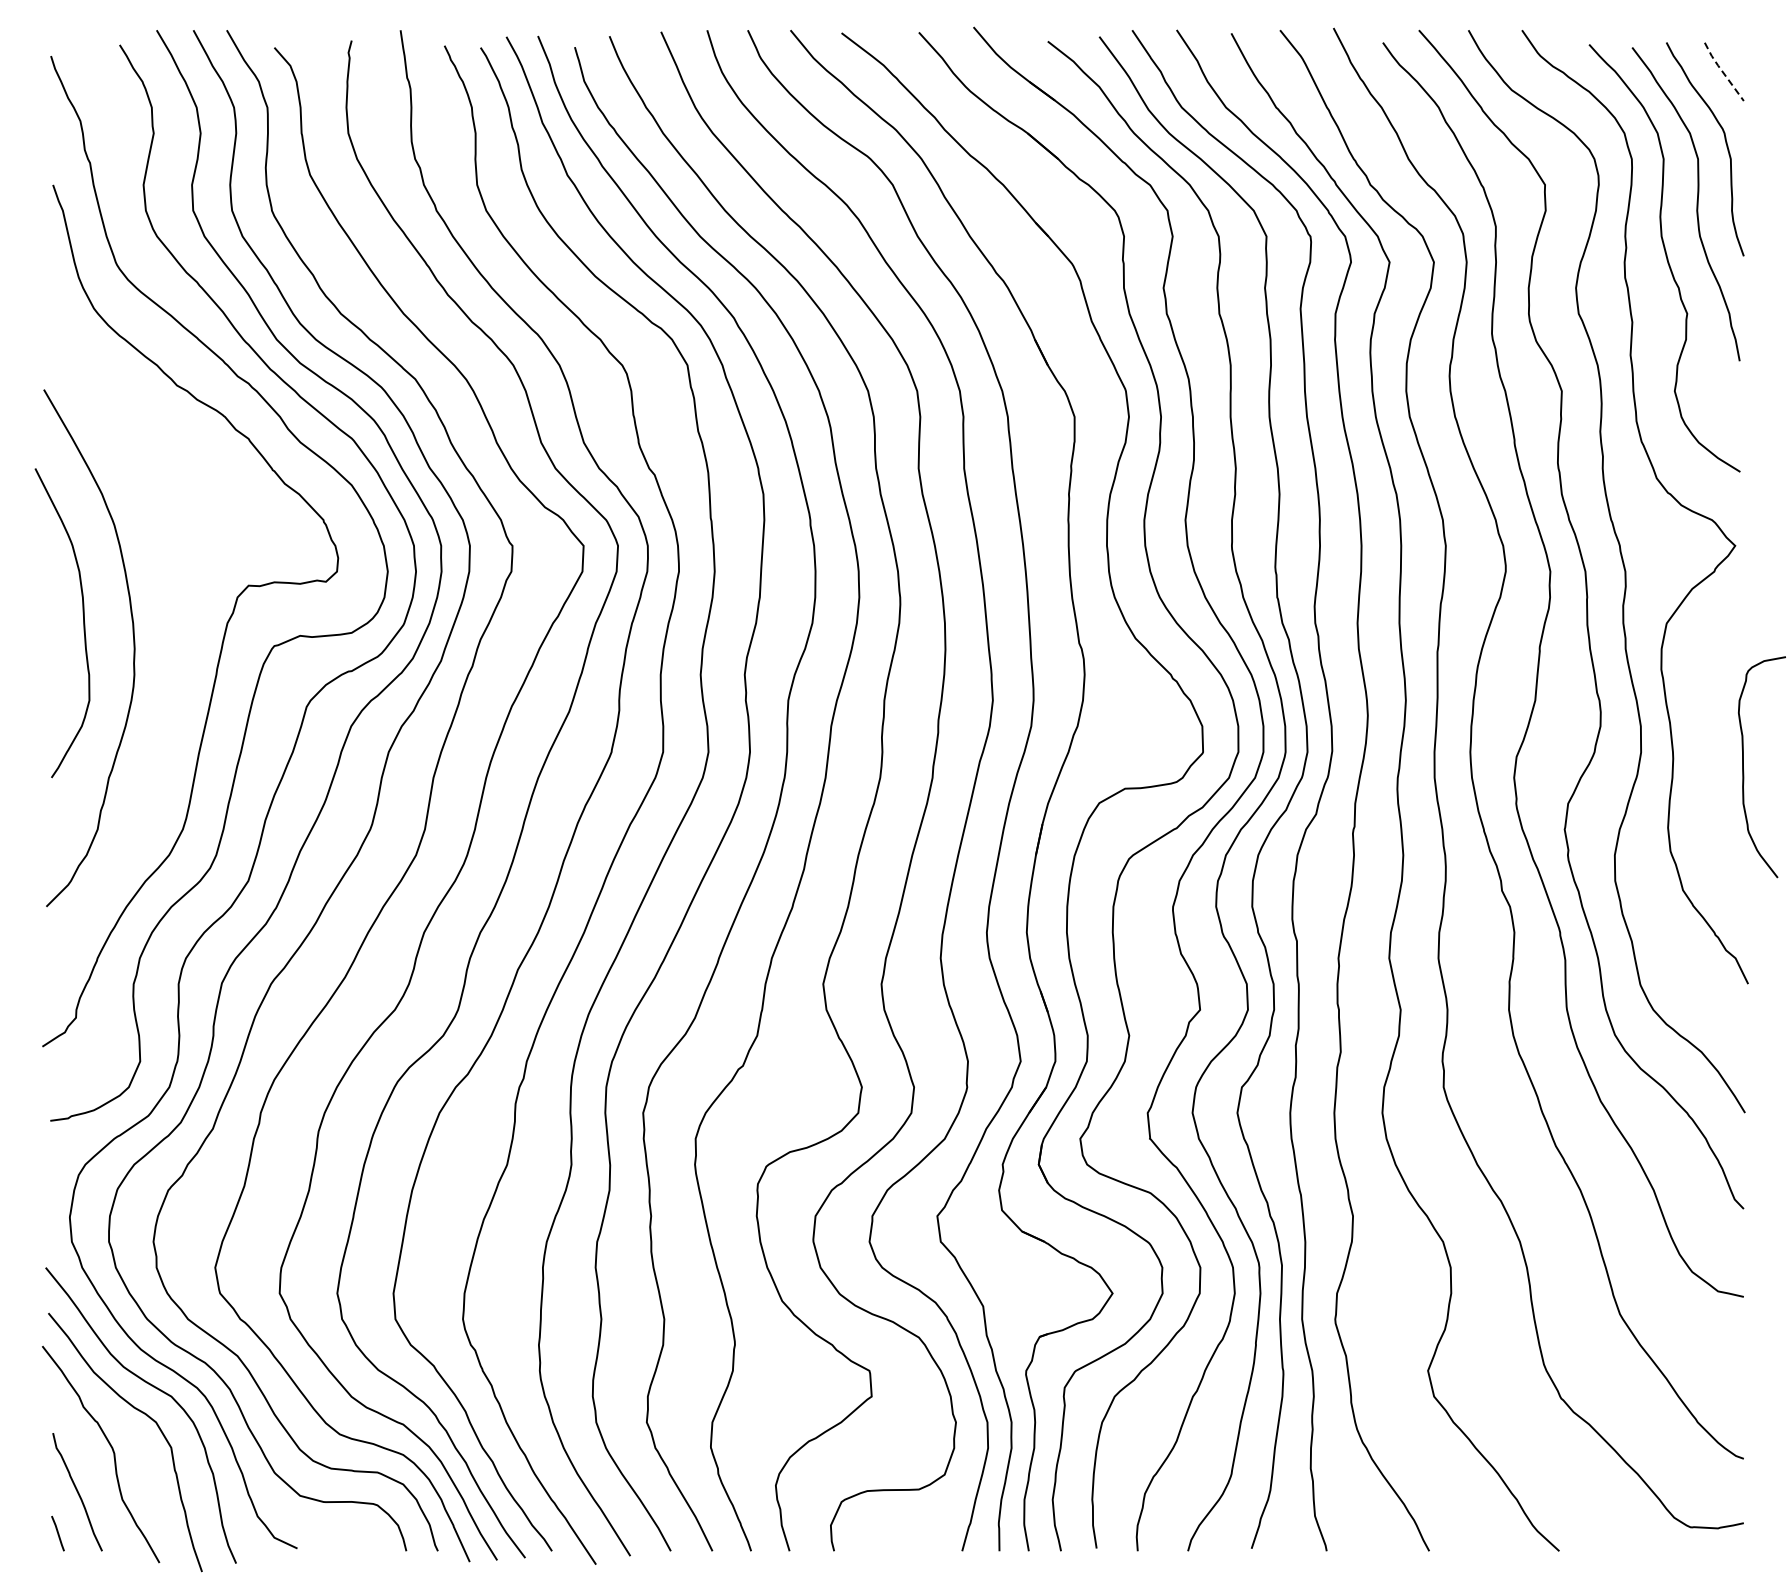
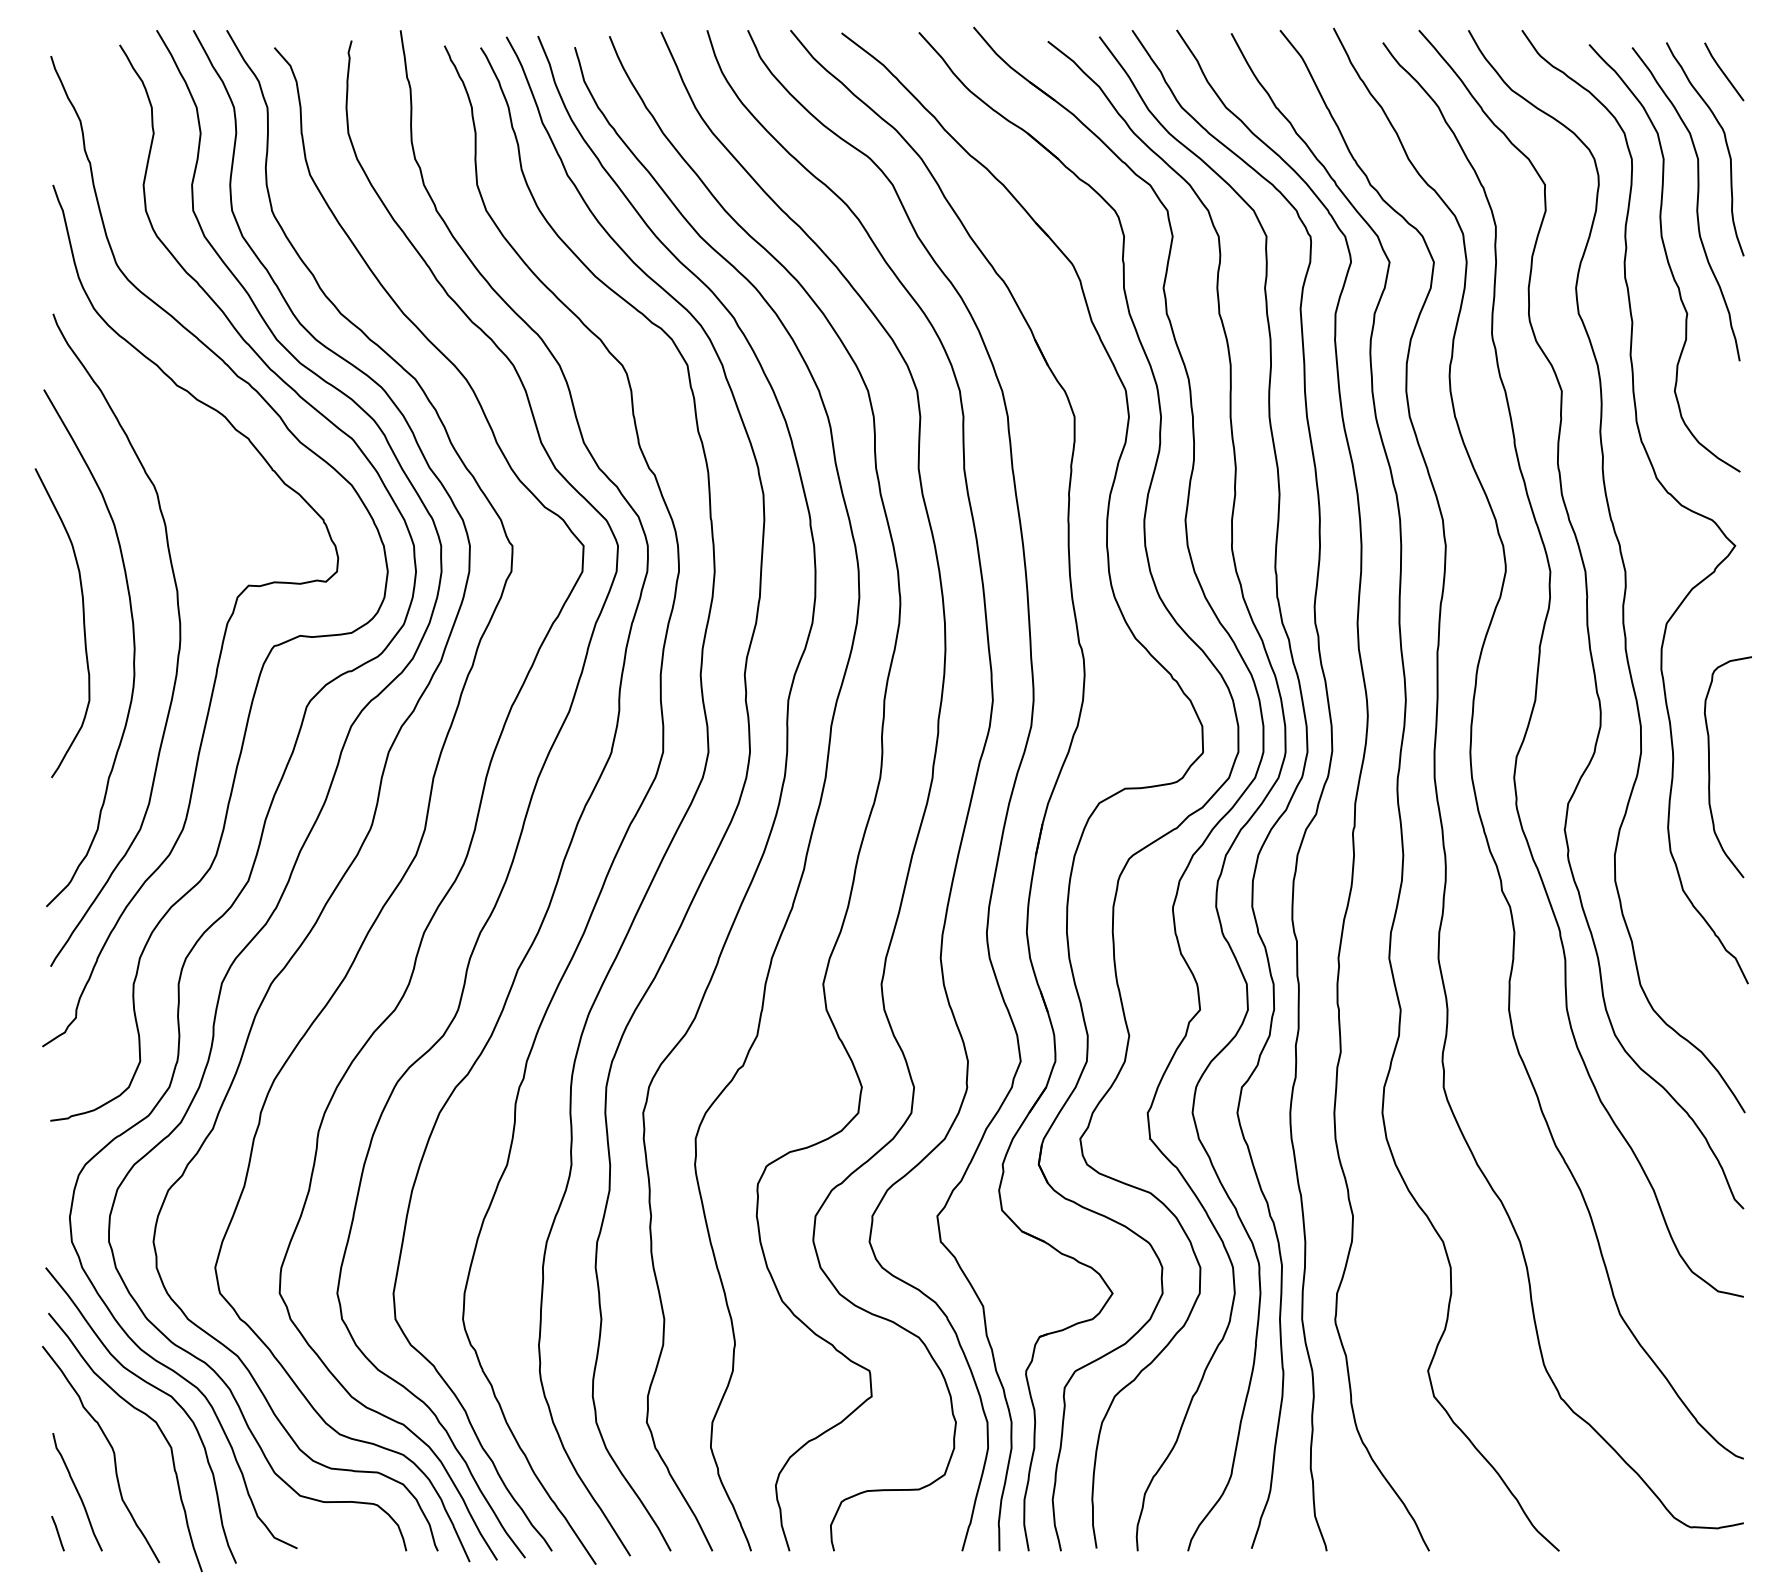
line at (1722, 72): dashed -> solid
curve at (178, 647): none -> present
curve at (1744, 772) position: (1744, 772) -> (1710, 772)
